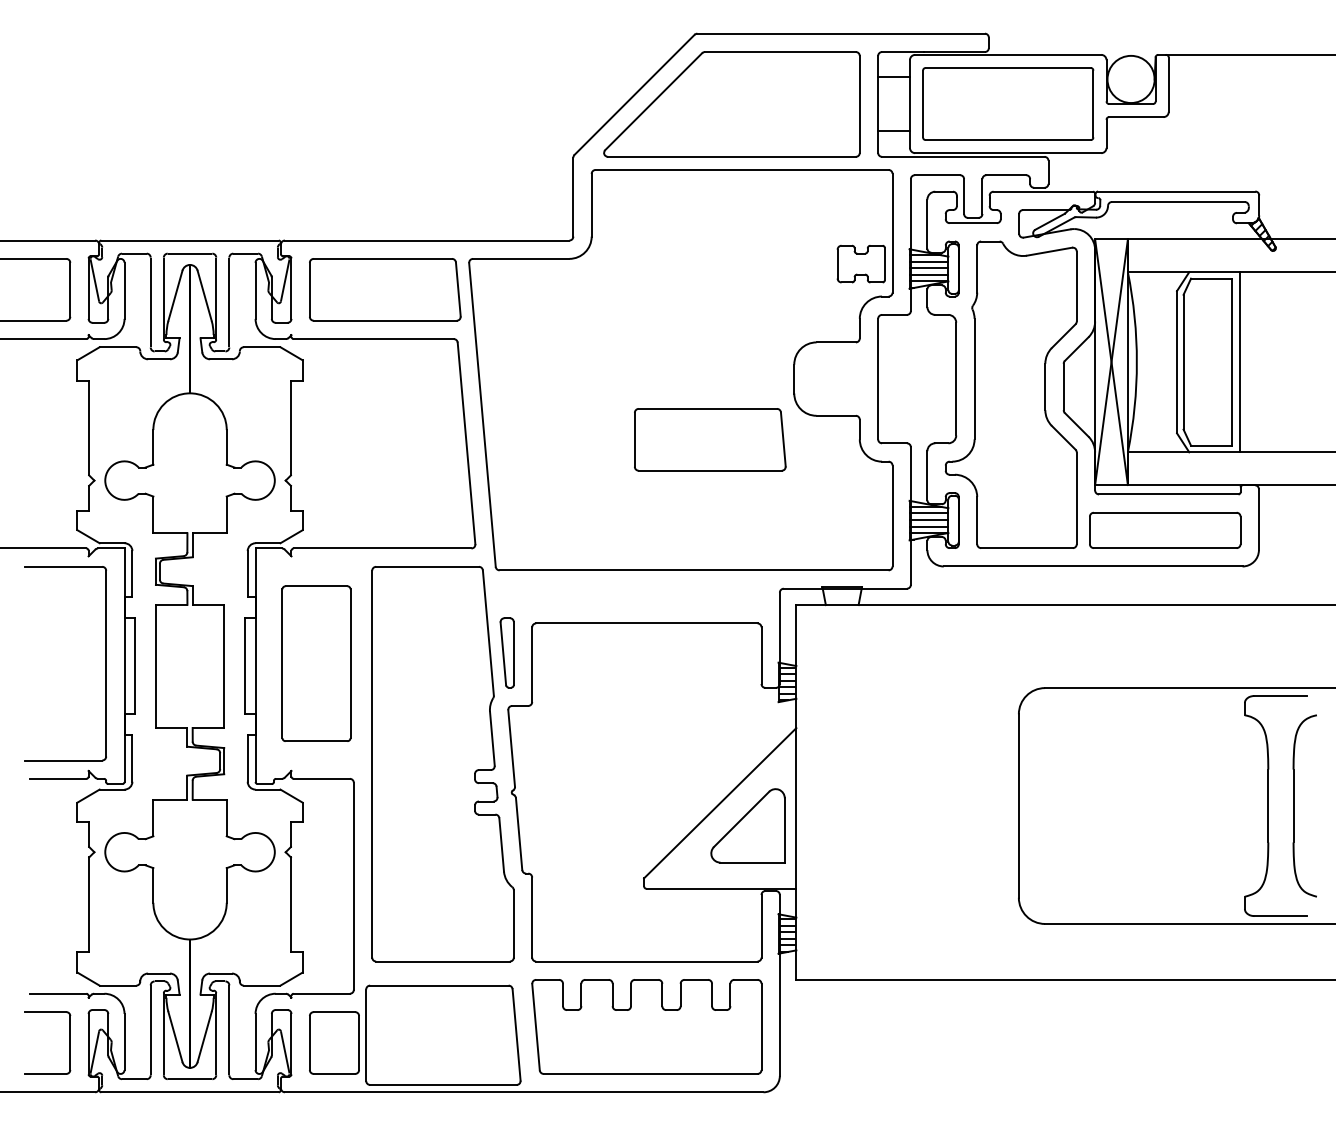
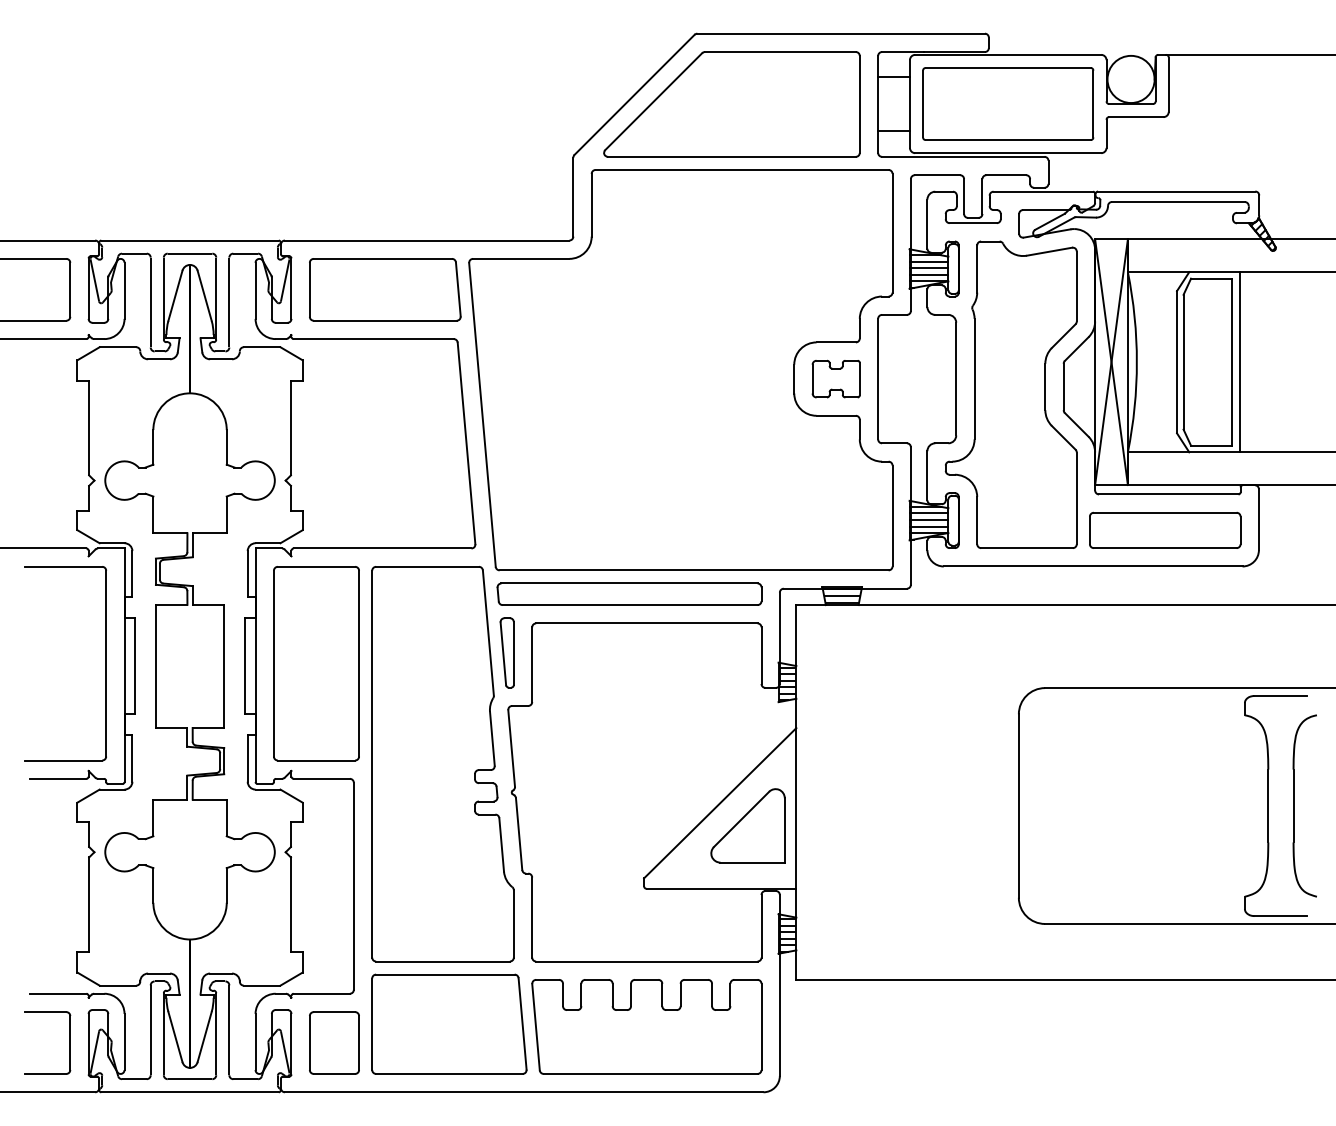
part at (860, 263) position: (860, 263) -> (835, 378)
part at (710, 439): present -> none
part at (629, 593): none -> present
hatch at (841, 595): none -> present
part at (316, 663) size: 71x157 px -> 87x196 px
part at (443, 1034) position: (443, 1034) -> (449, 1023)
